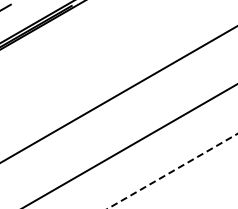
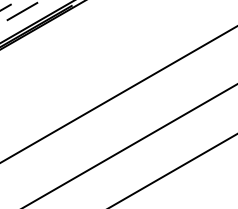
line at (20, 12): none -> present
line at (172, 171): dashed -> solid
